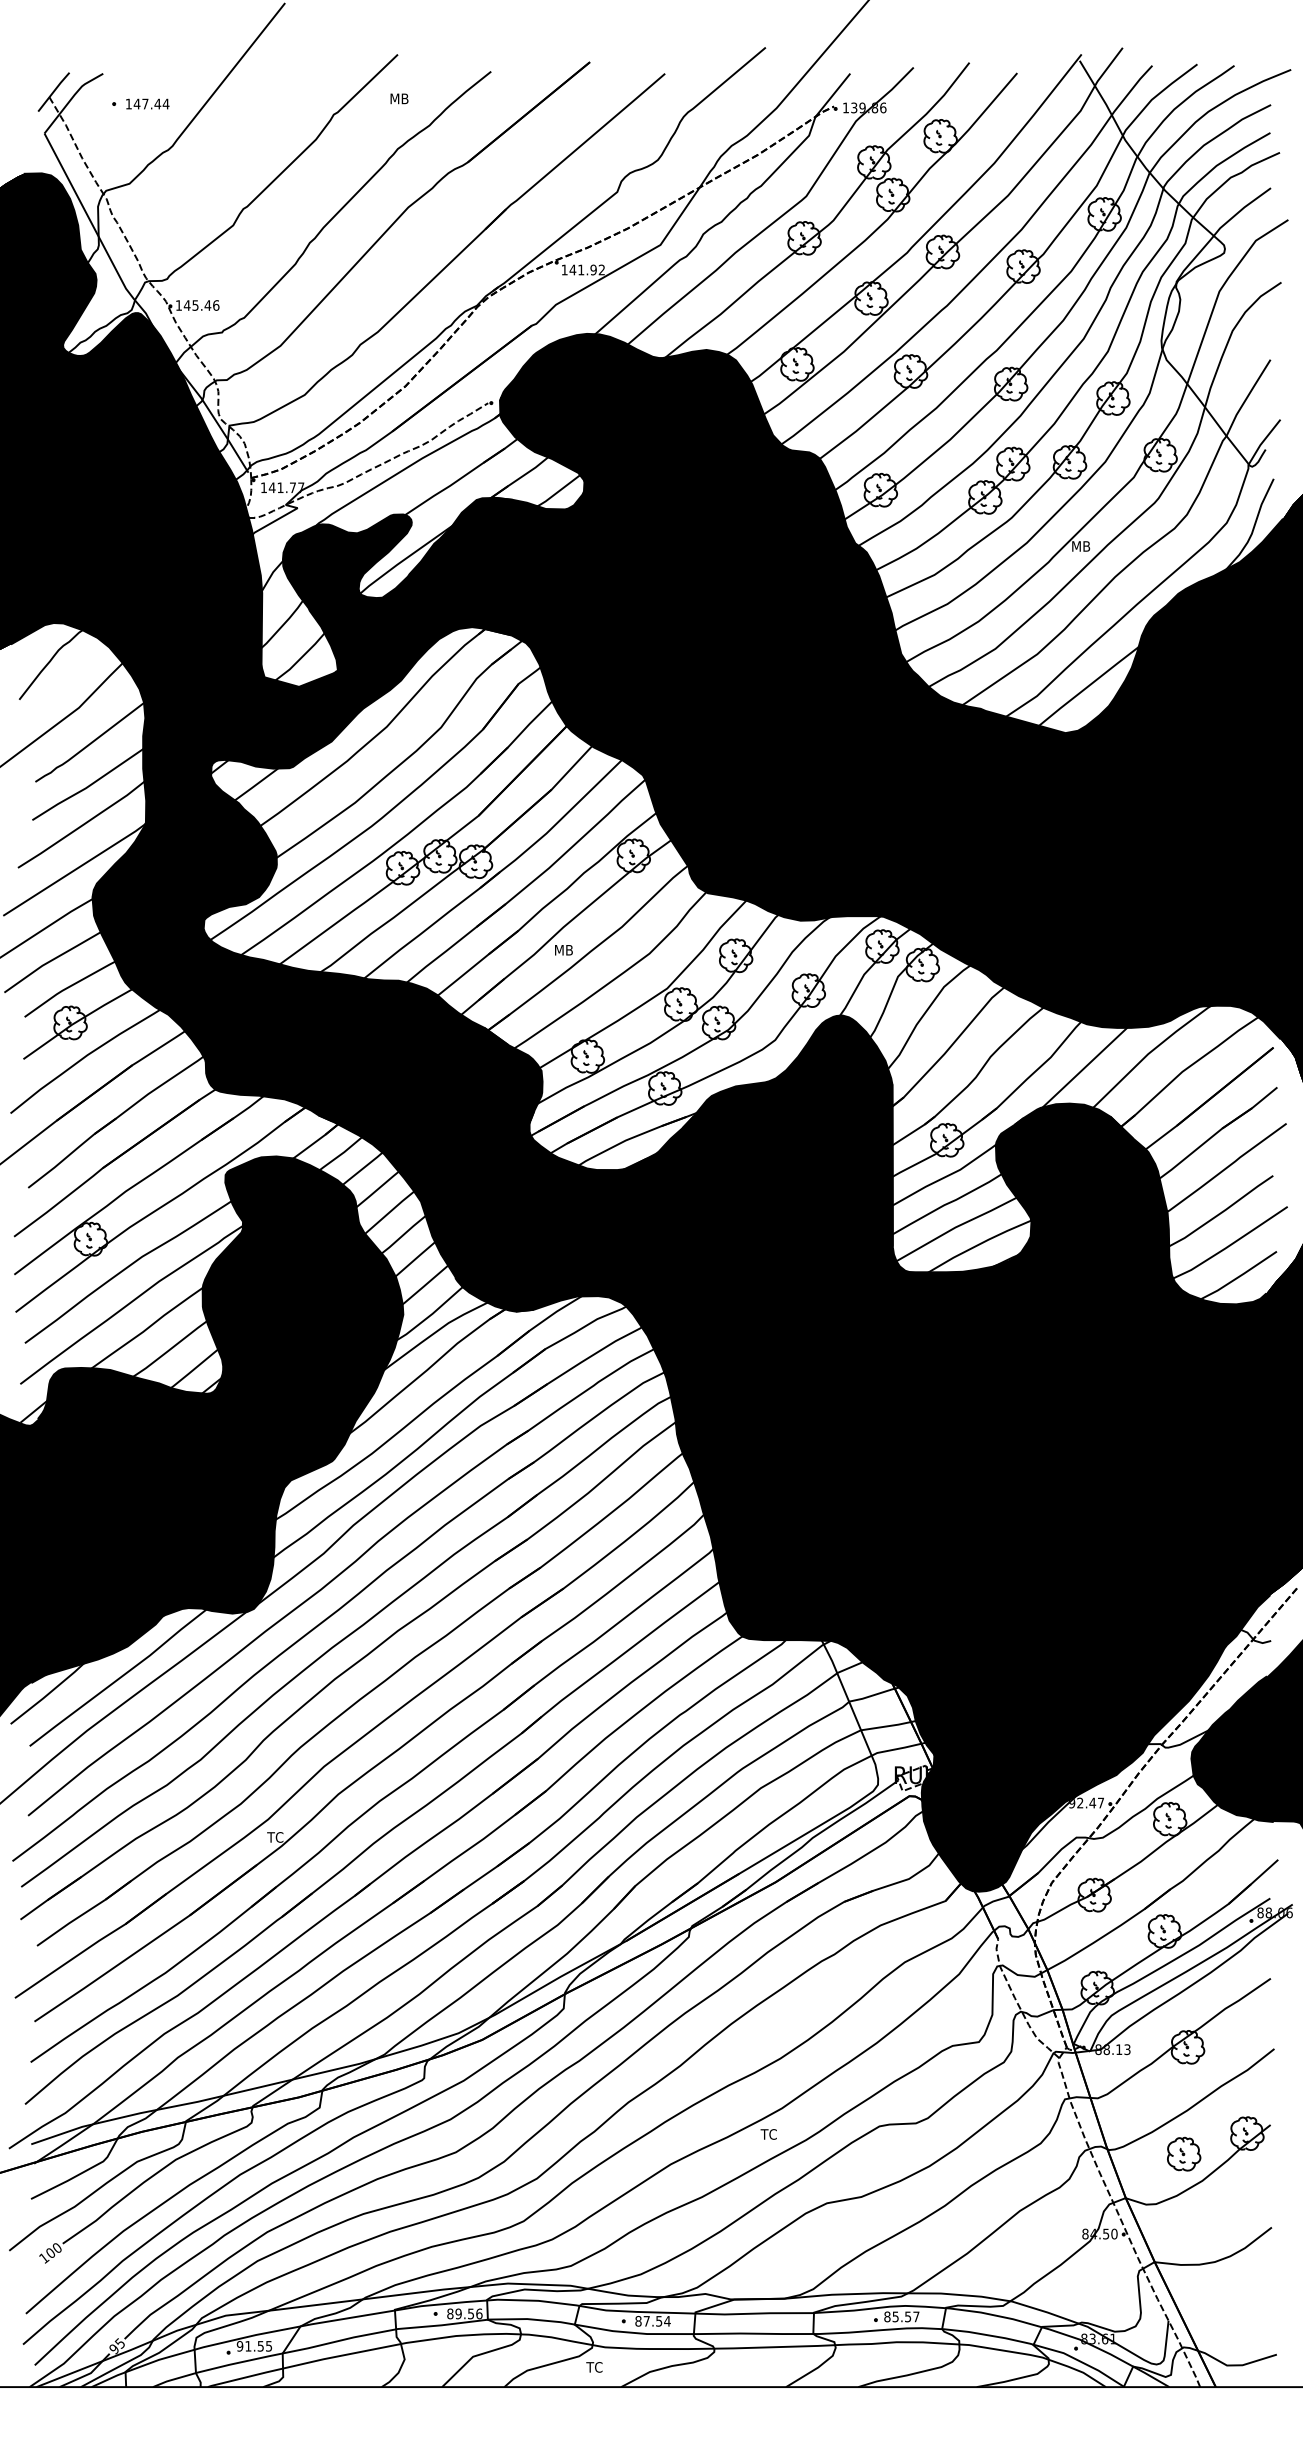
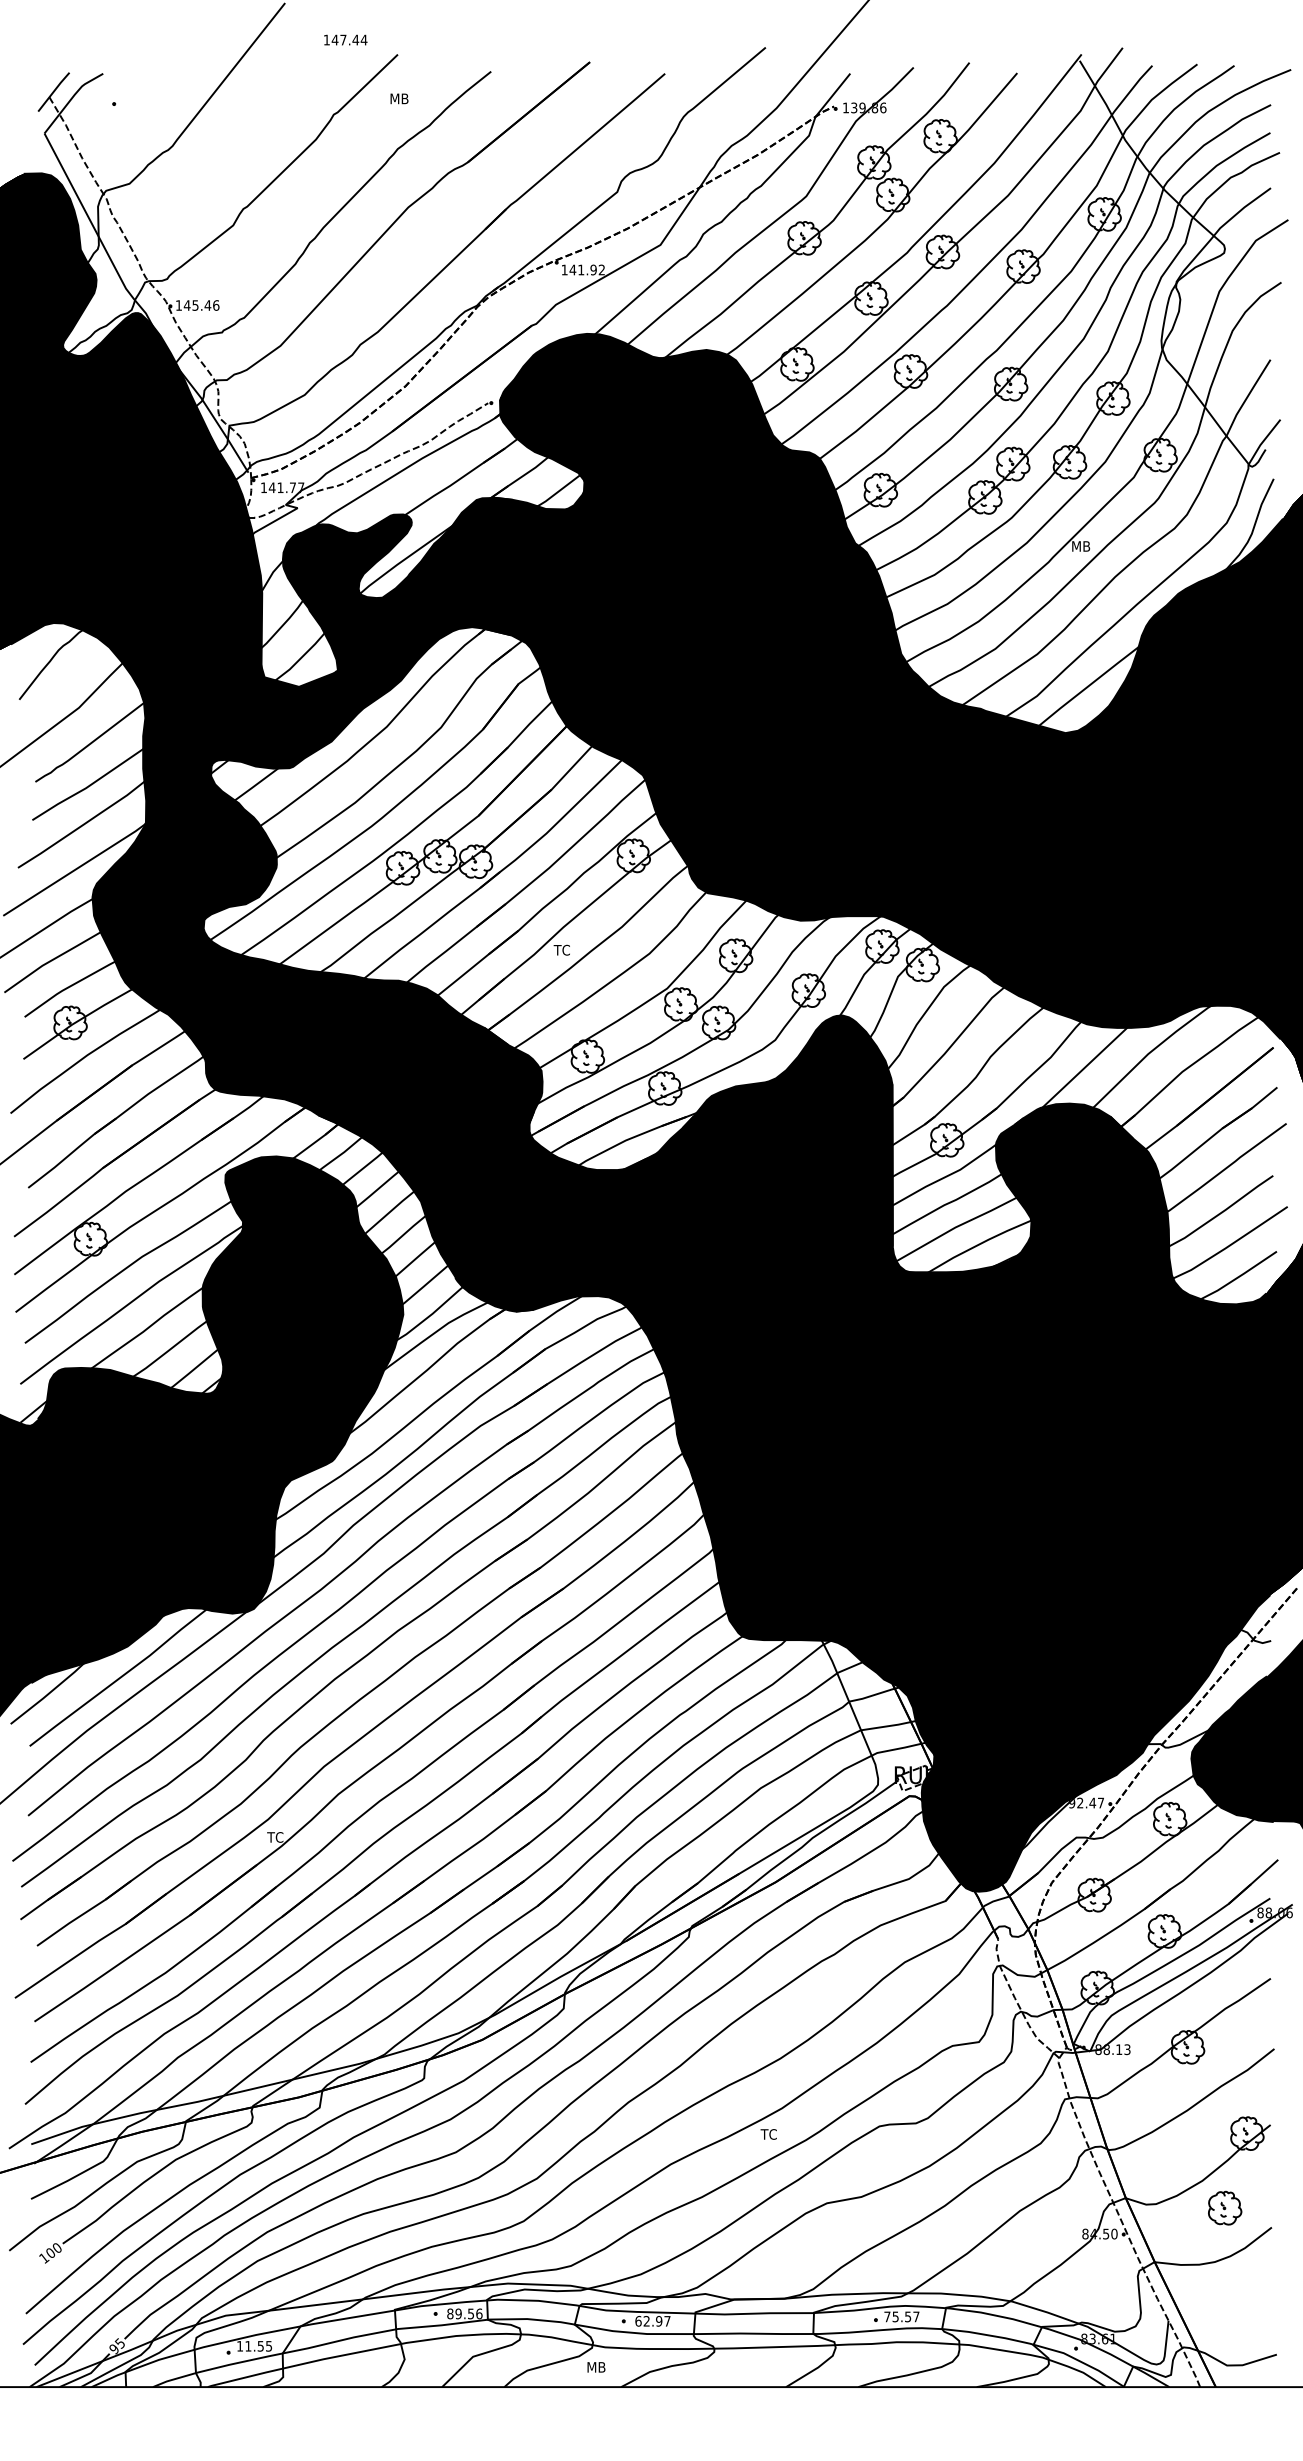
text at (147, 103) position: (147, 103) -> (345, 39)
text at (562, 949): MB -> TC
part at (1184, 2153) position: (1184, 2153) -> (1225, 2207)
text at (887, 2316): 85.57 -> 75.57
text at (652, 2321): 87.54 -> 62.97
text at (239, 2346): 91.55 -> 11.55
text at (595, 2367): TC -> MB
